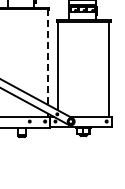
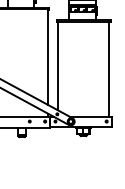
line at (47, 56): dashed -> solid
